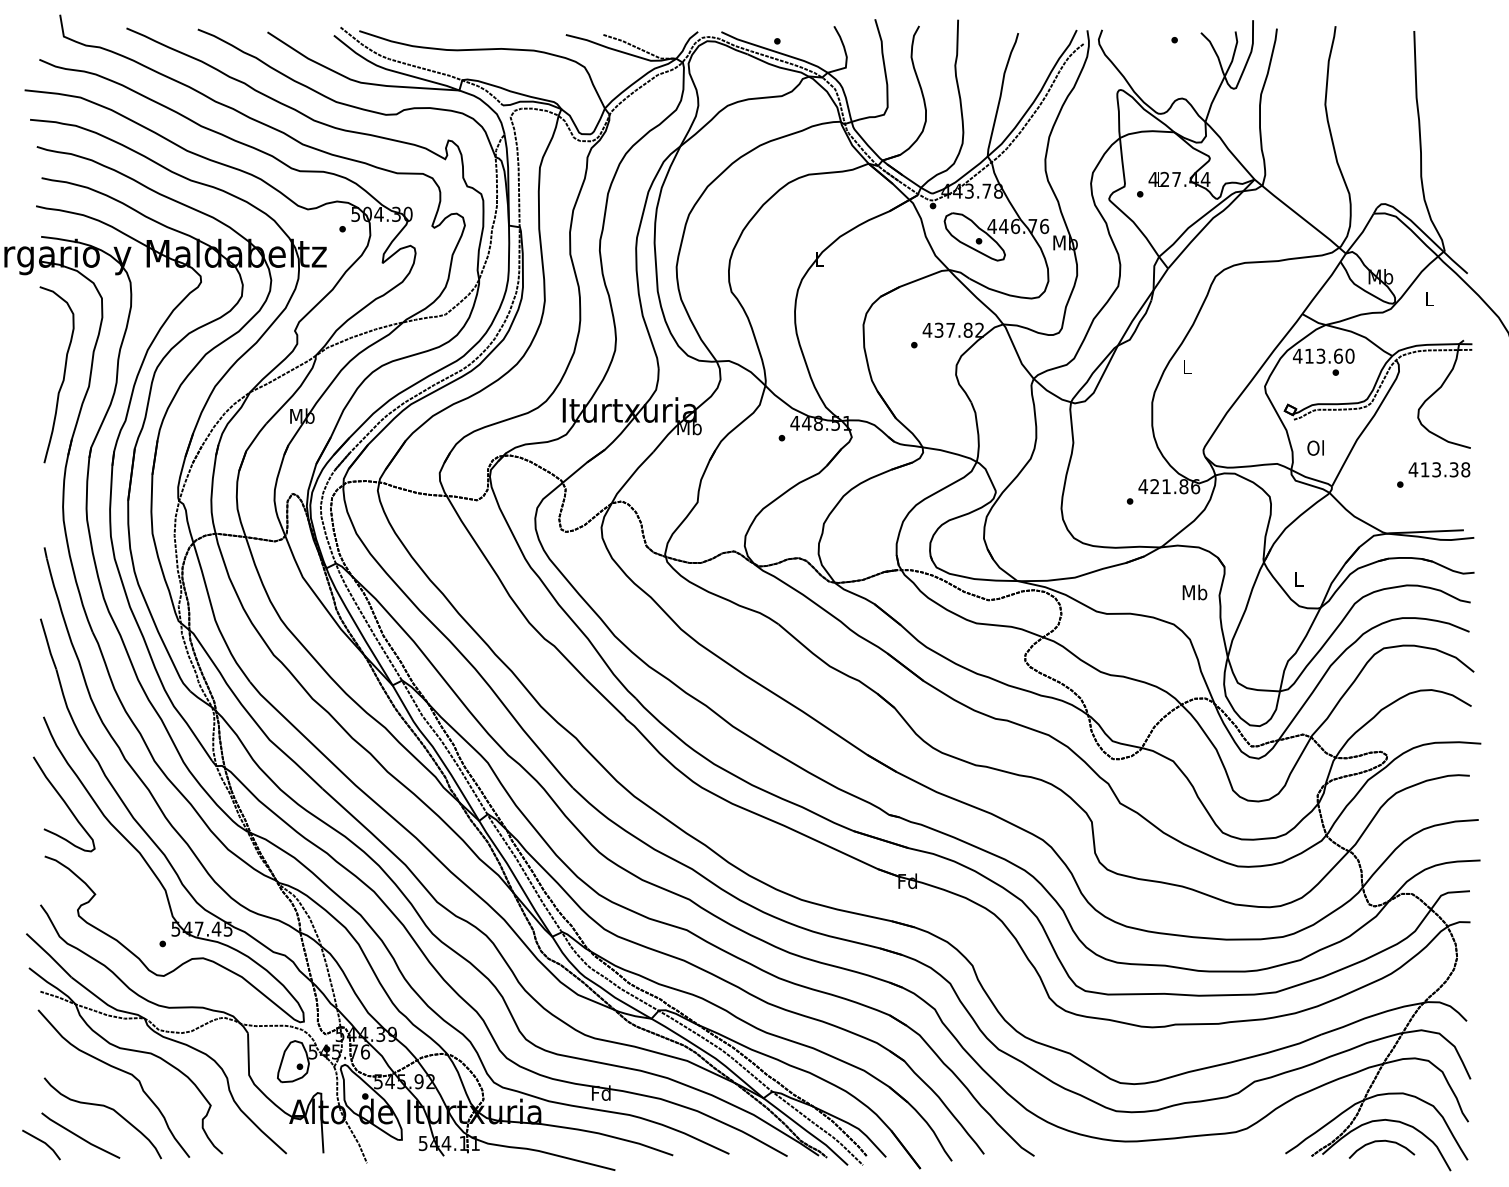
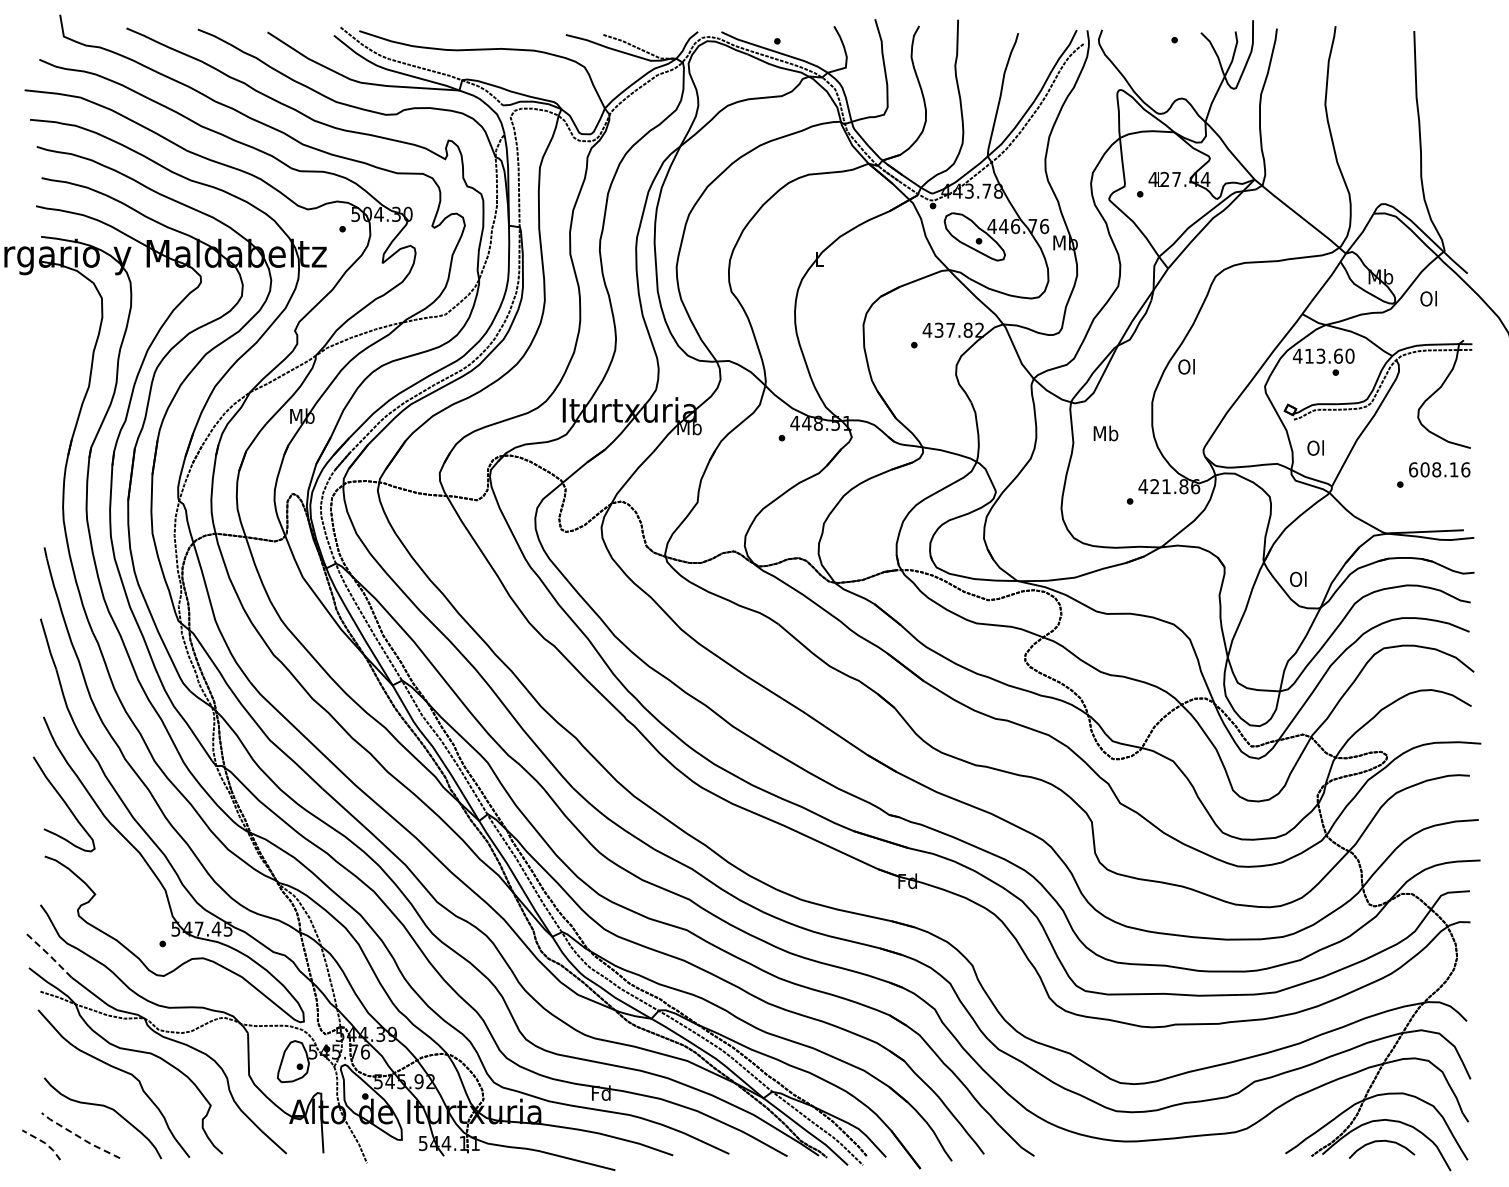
text at (1428, 298): L -> Ol
text at (1186, 366): L -> Ol
curve at (63, 374): present -> none
text at (1439, 469): 413.38 -> 608.16
text at (1298, 578): L -> Ol
text at (1194, 592) position: (1194, 592) -> (1105, 433)
line at (49, 955): solid -> dashed
line at (80, 1137): solid -> dashed
line at (44, 1142): solid -> dashed
